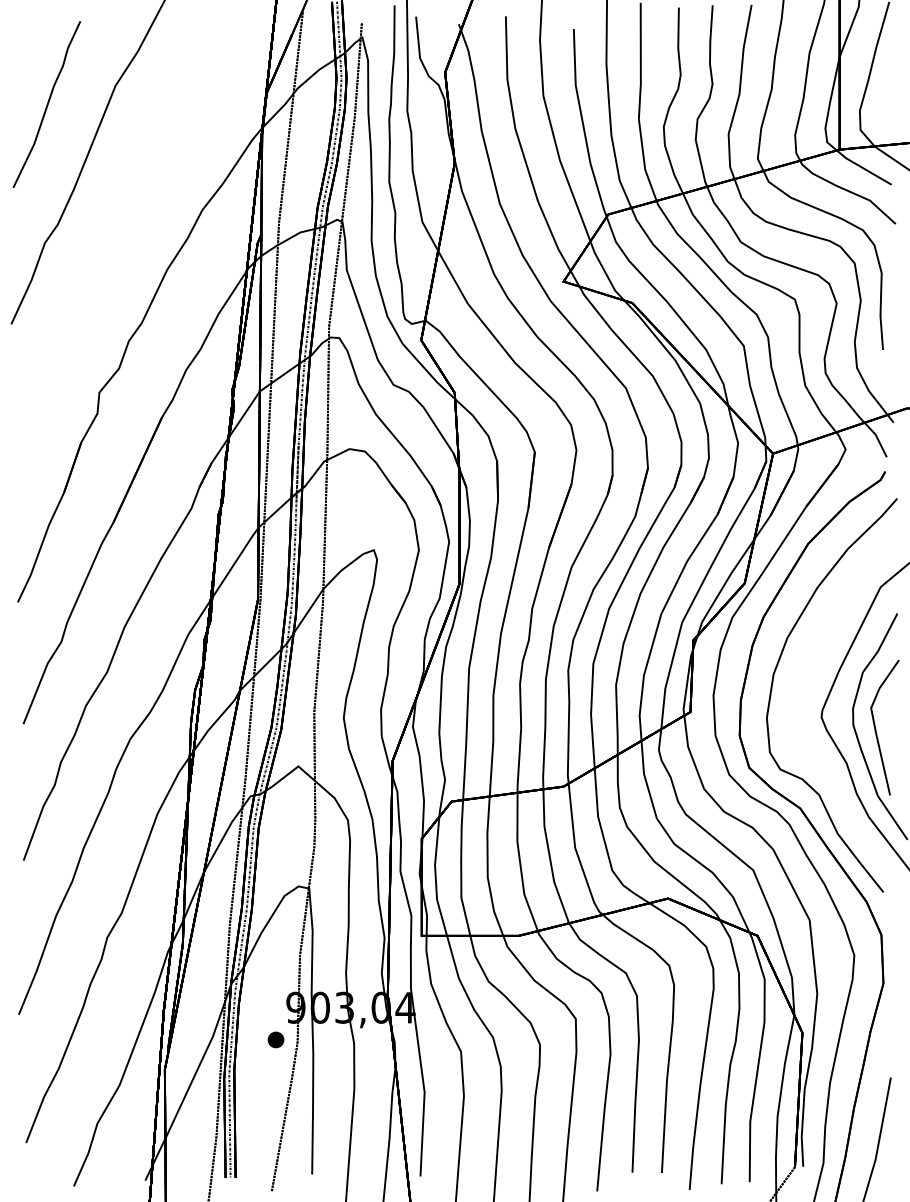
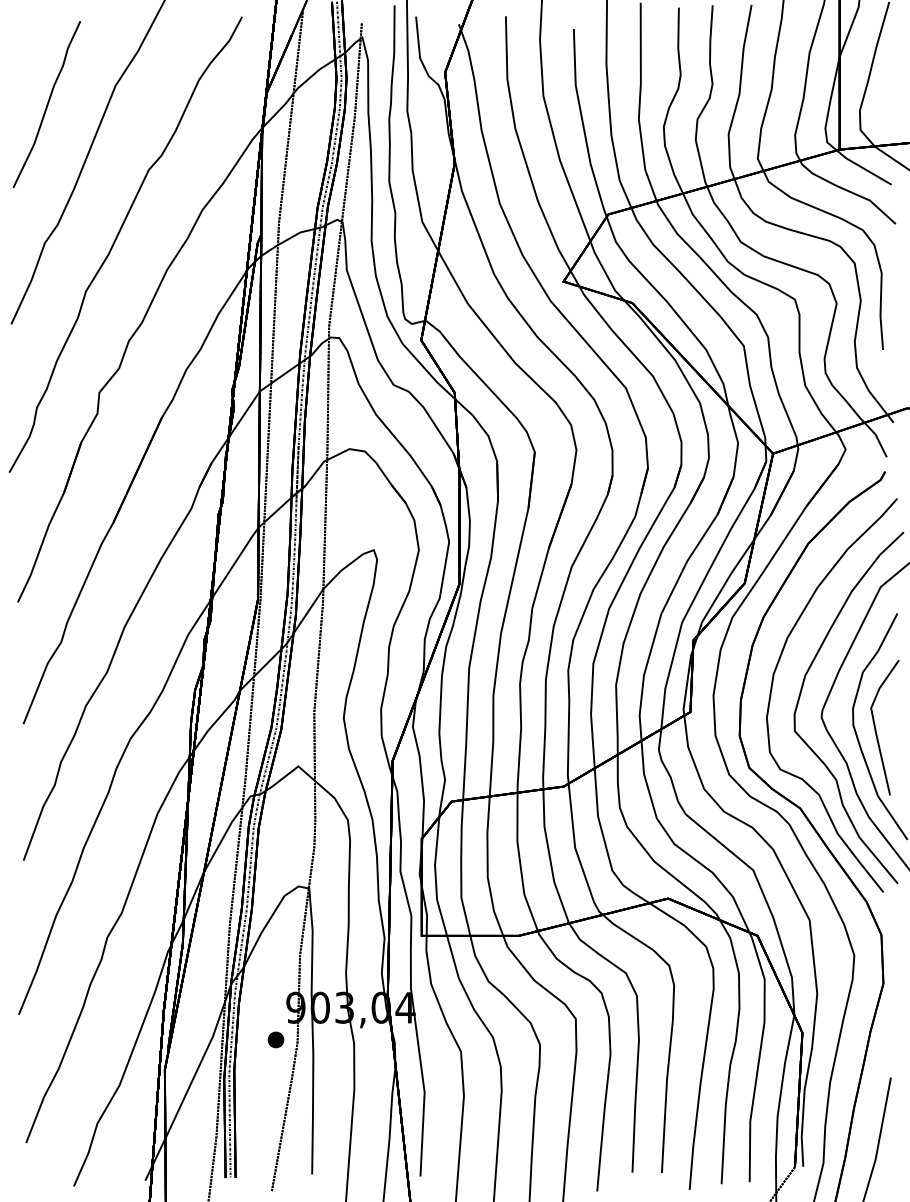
curve at (116, 240): none -> present
part at (800, 697): none -> present
